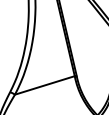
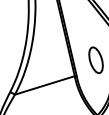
part at (95, 59): none -> present
